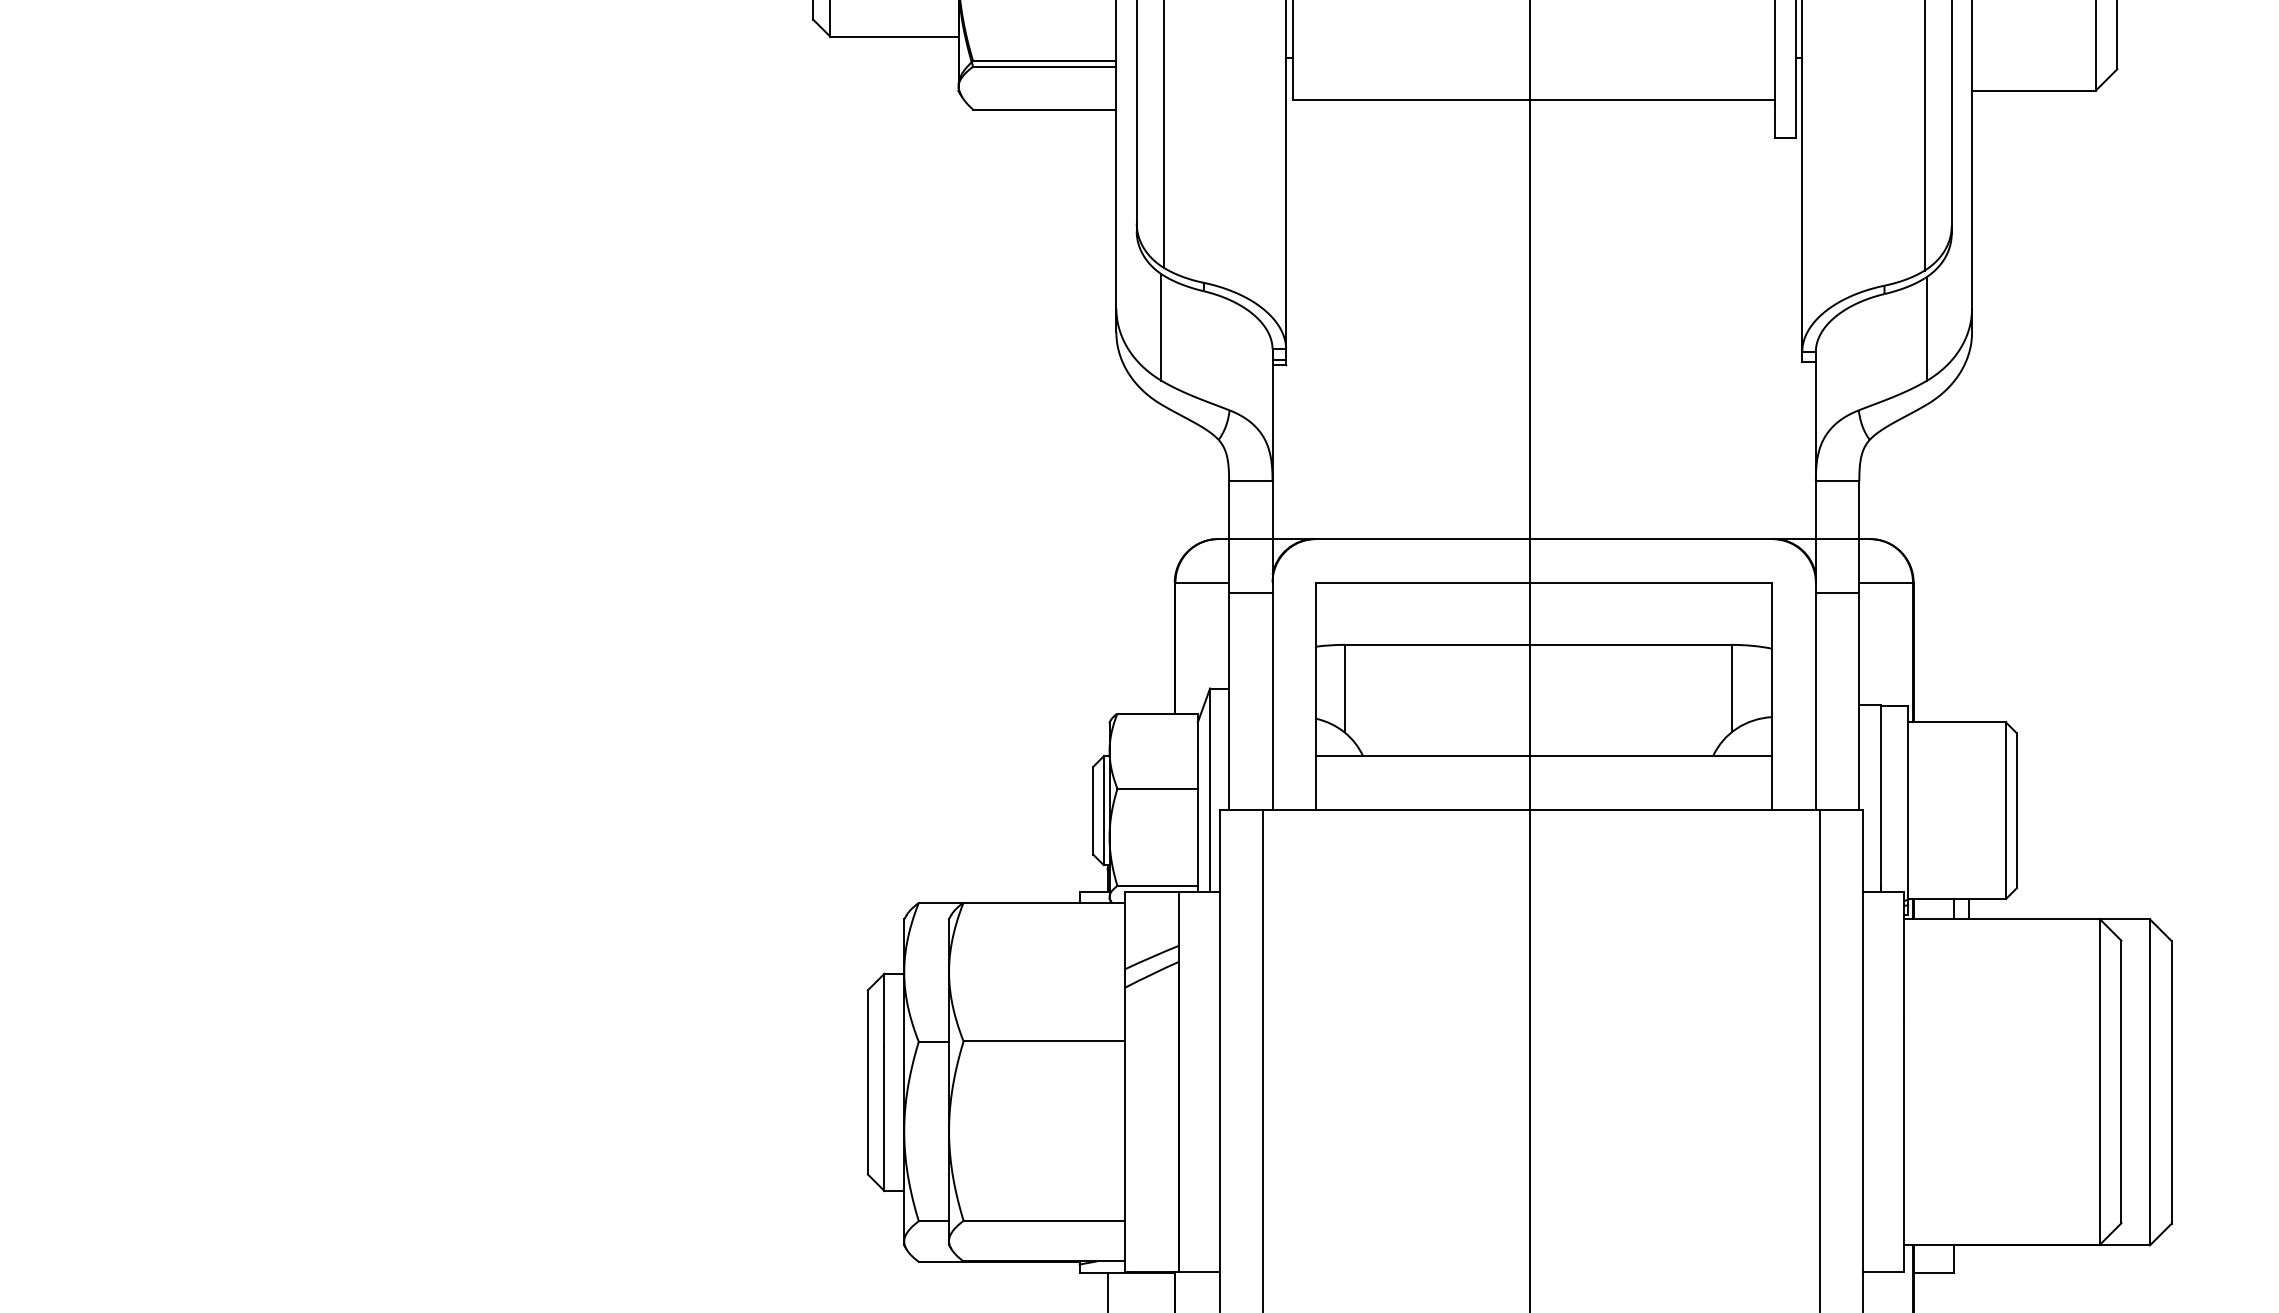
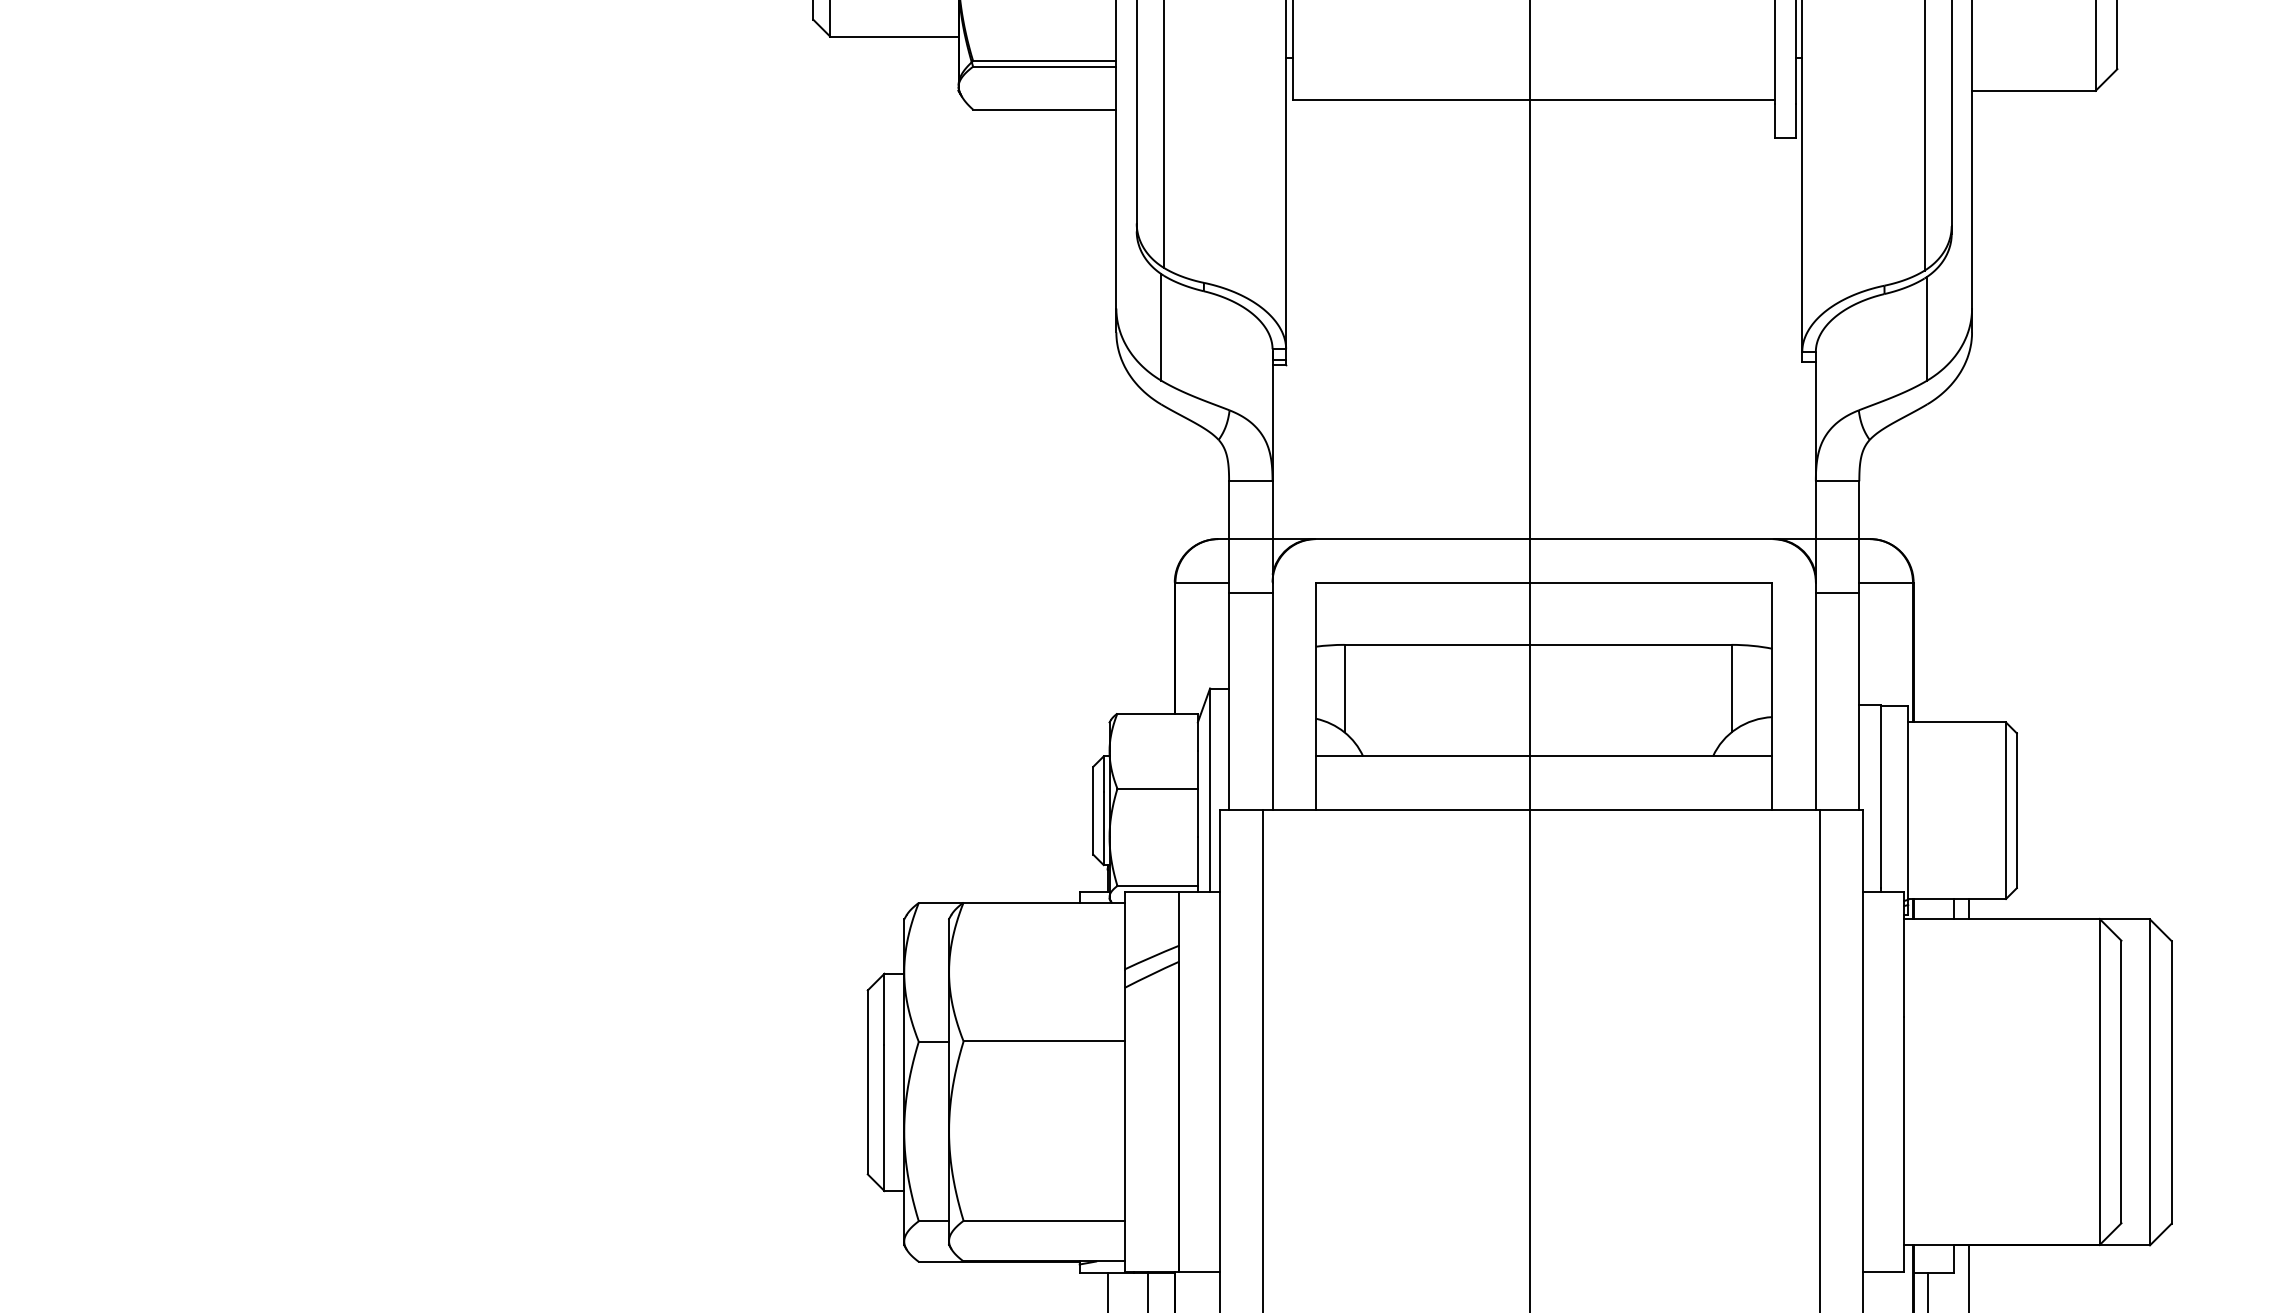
line at (1968, 1277): none -> present
line at (1148, 1290): none -> present
line at (1927, 1290): none -> present
